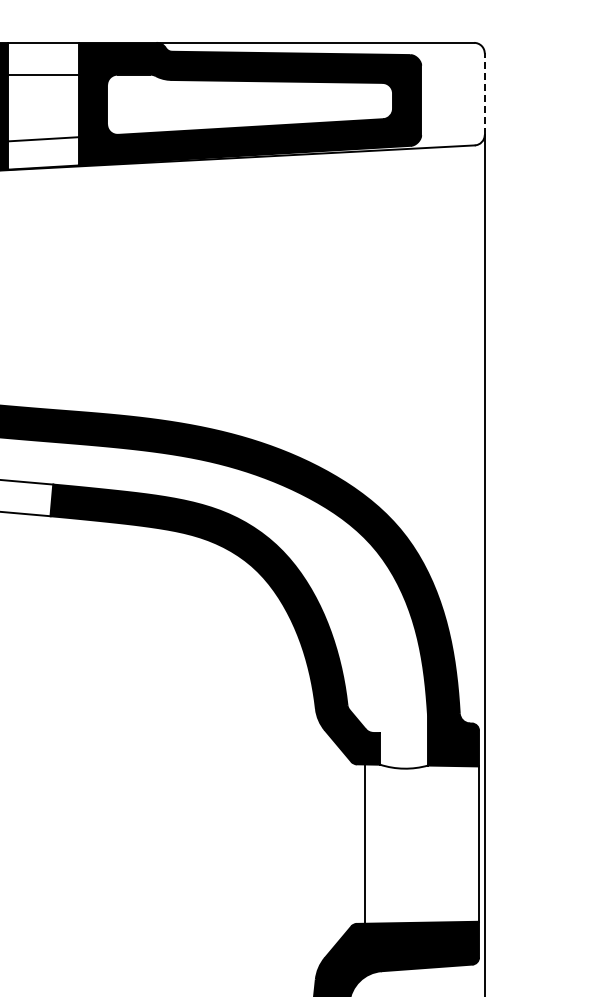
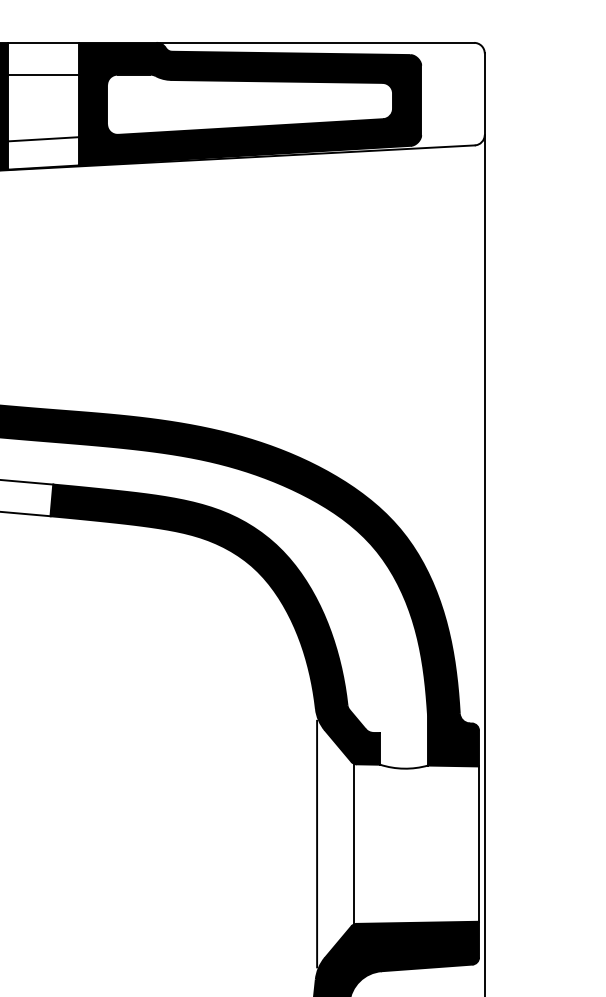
line at (484, 94): dashed -> solid
line at (317, 843): none -> present
line at (364, 843) position: (364, 843) -> (353, 843)
